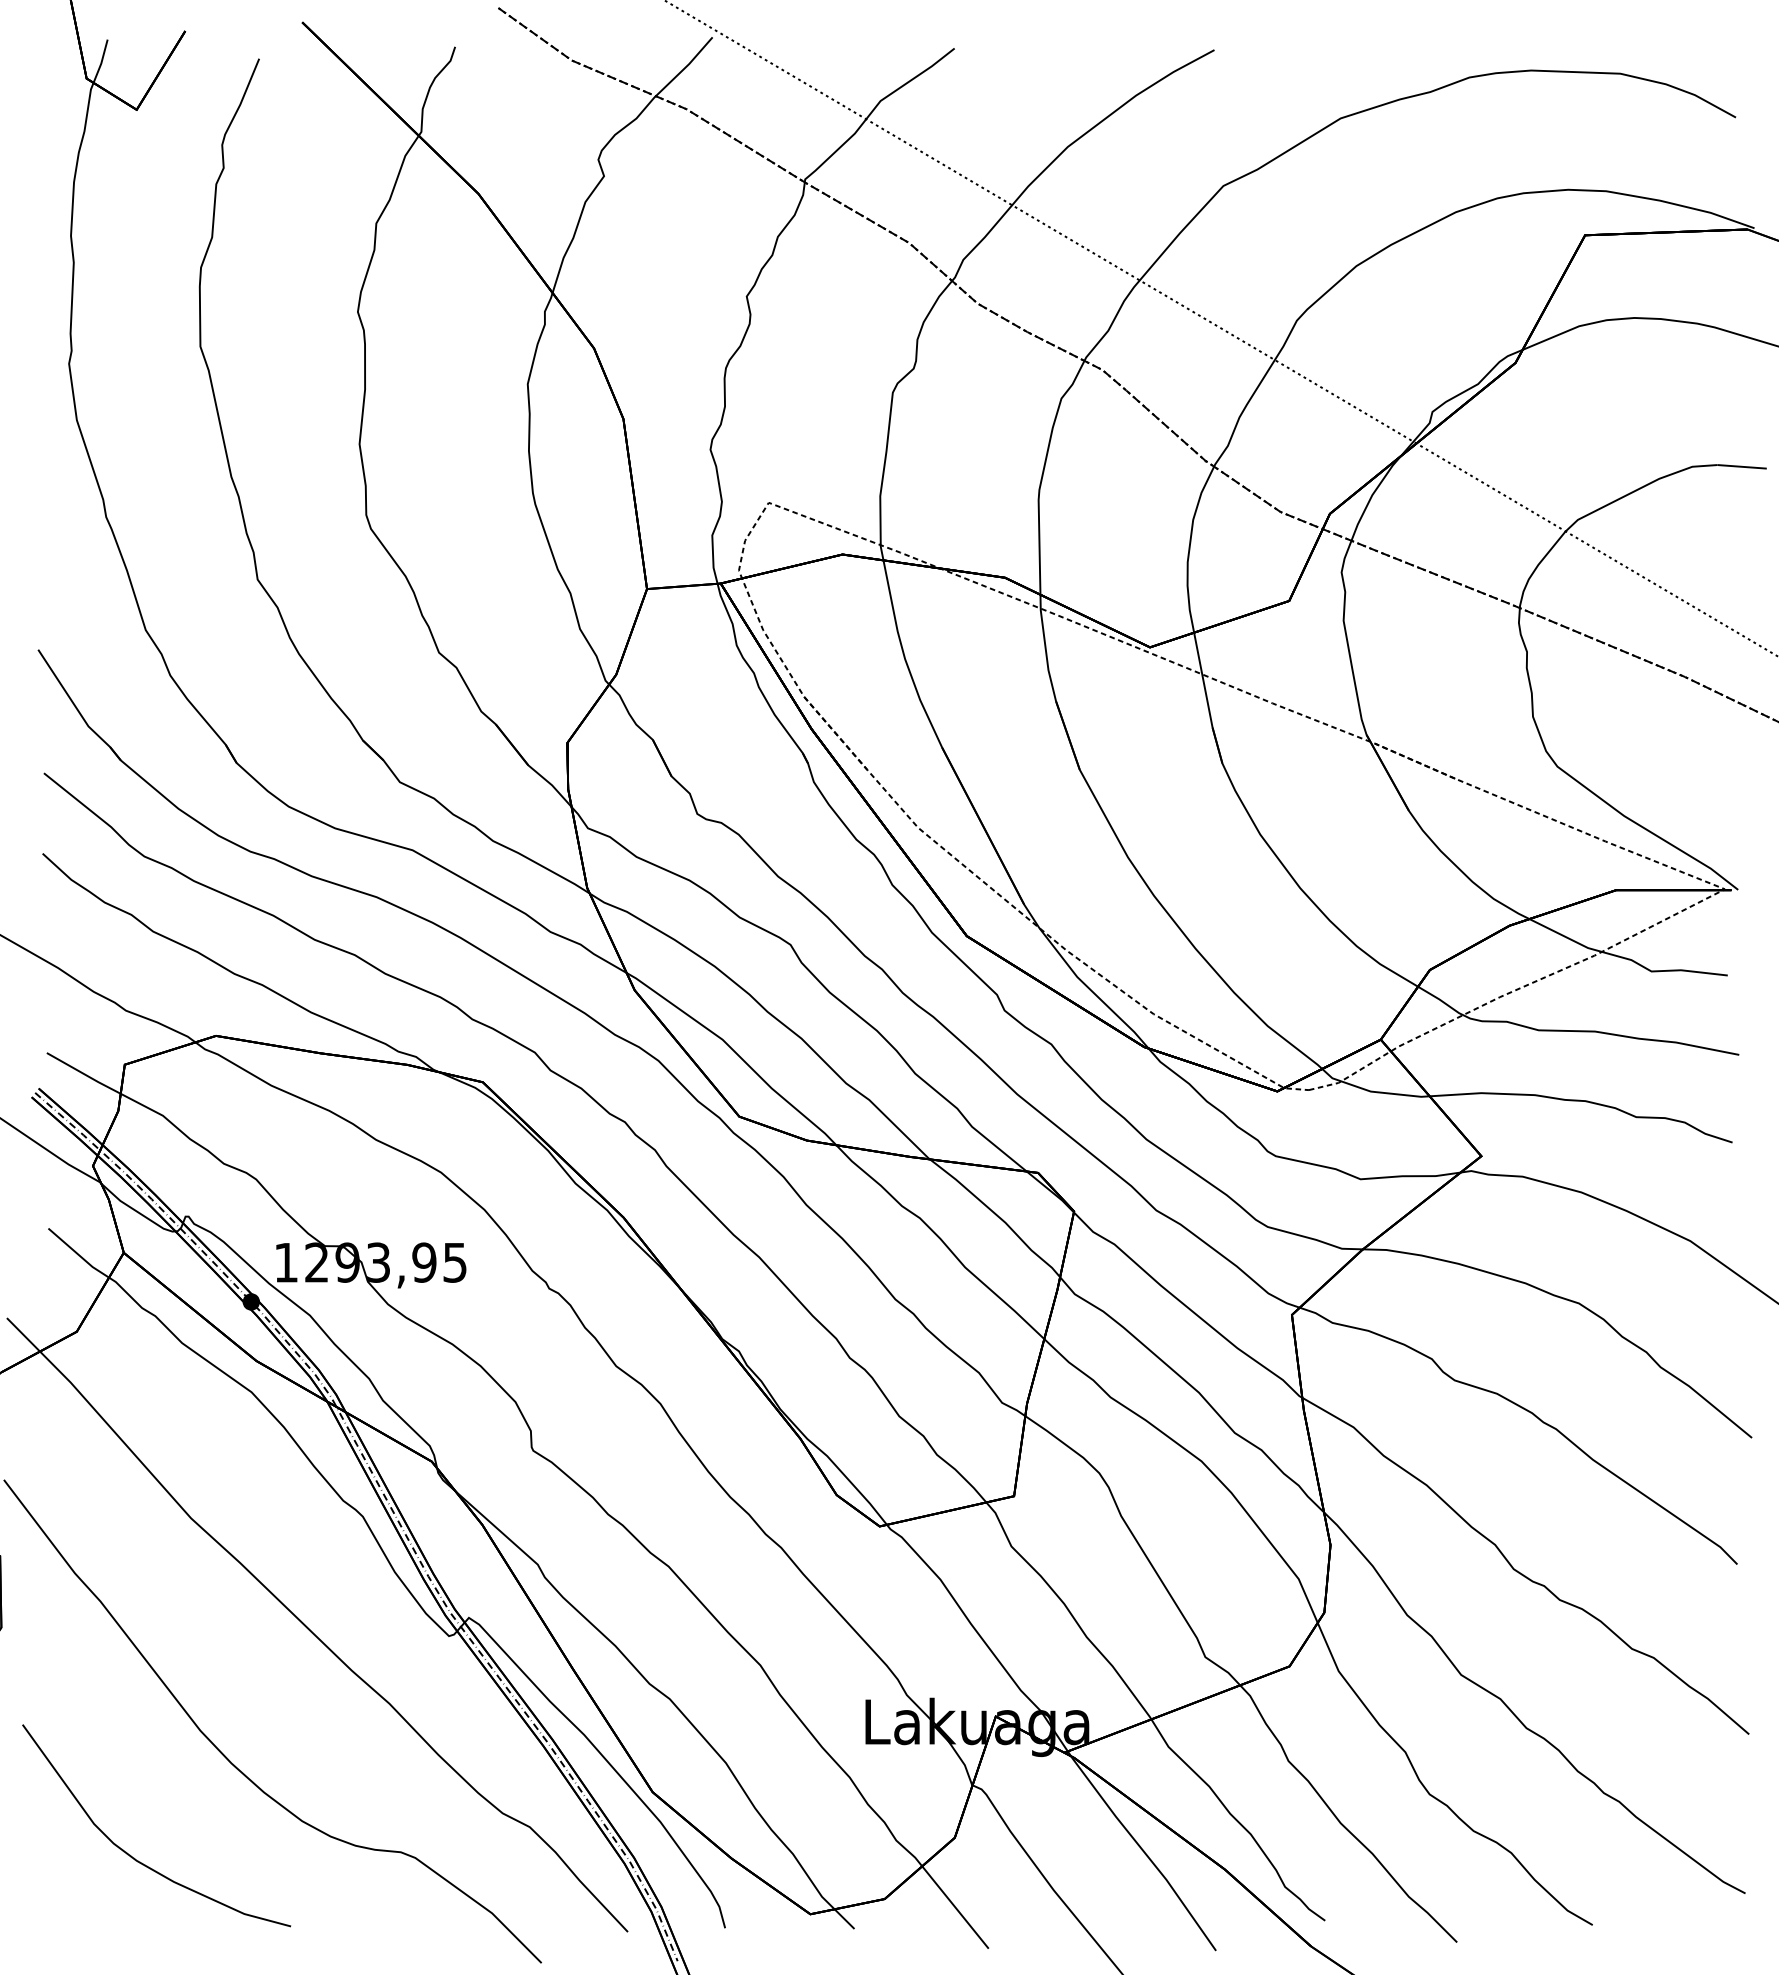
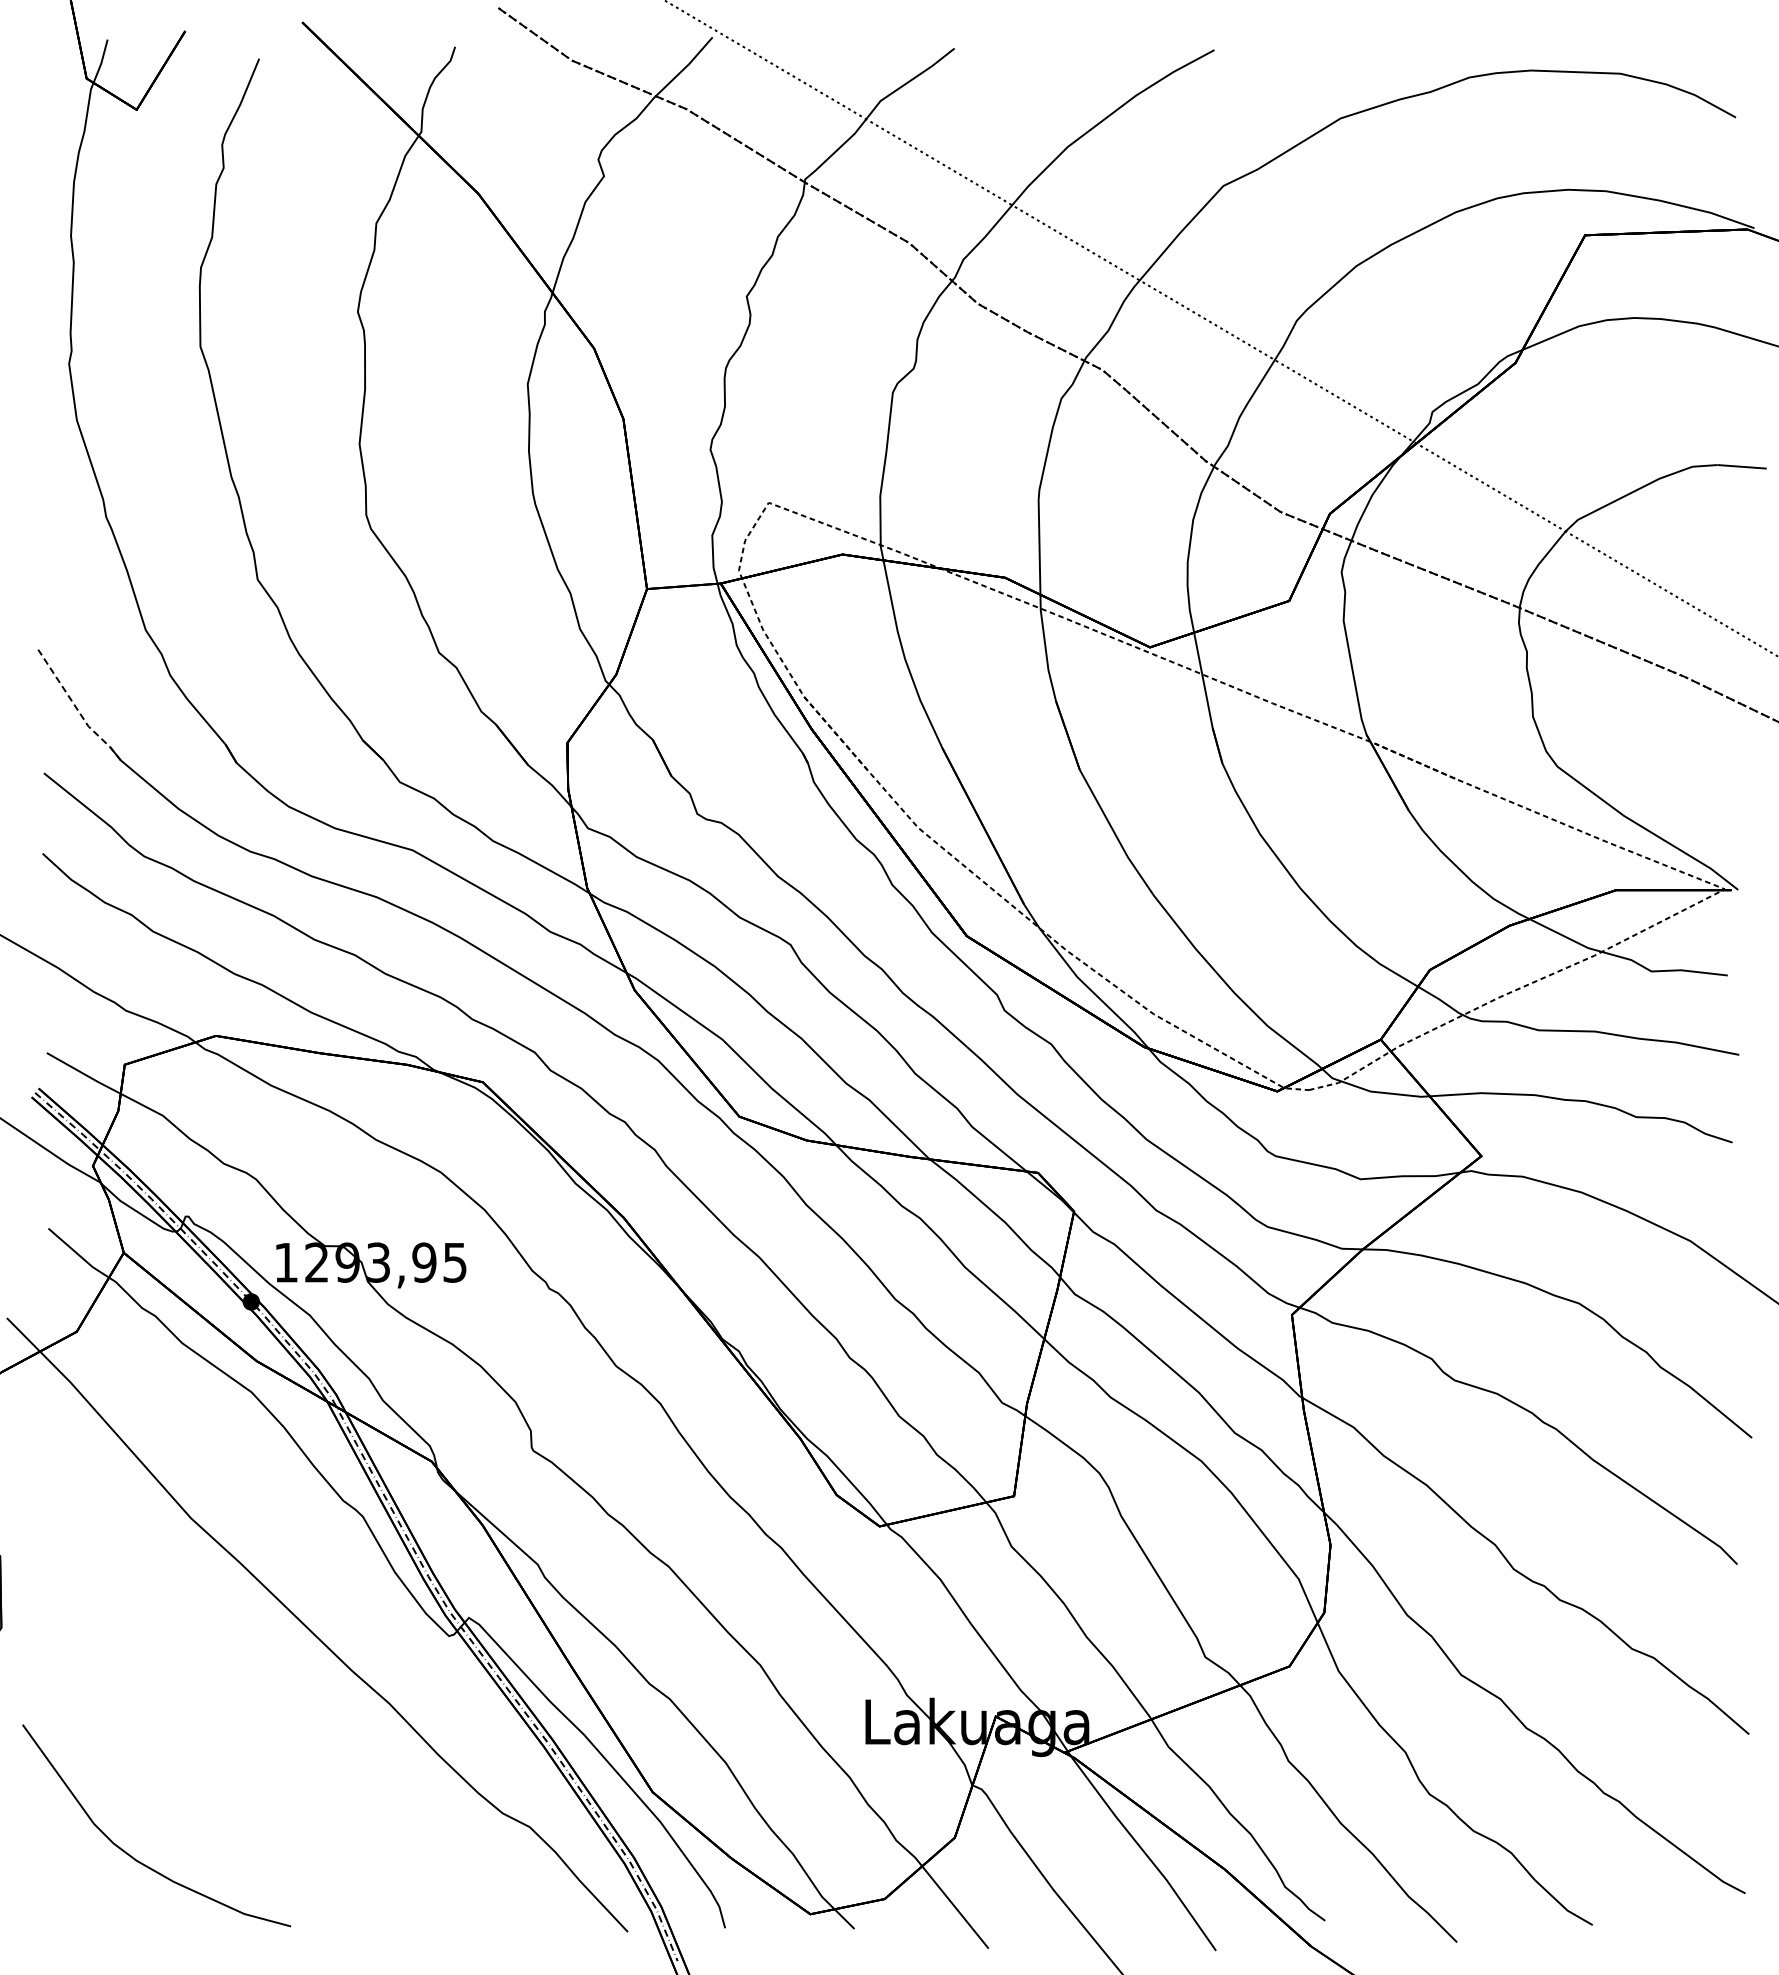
line at (77, 708): solid -> dashed
curve at (231, 1761): present -> none
